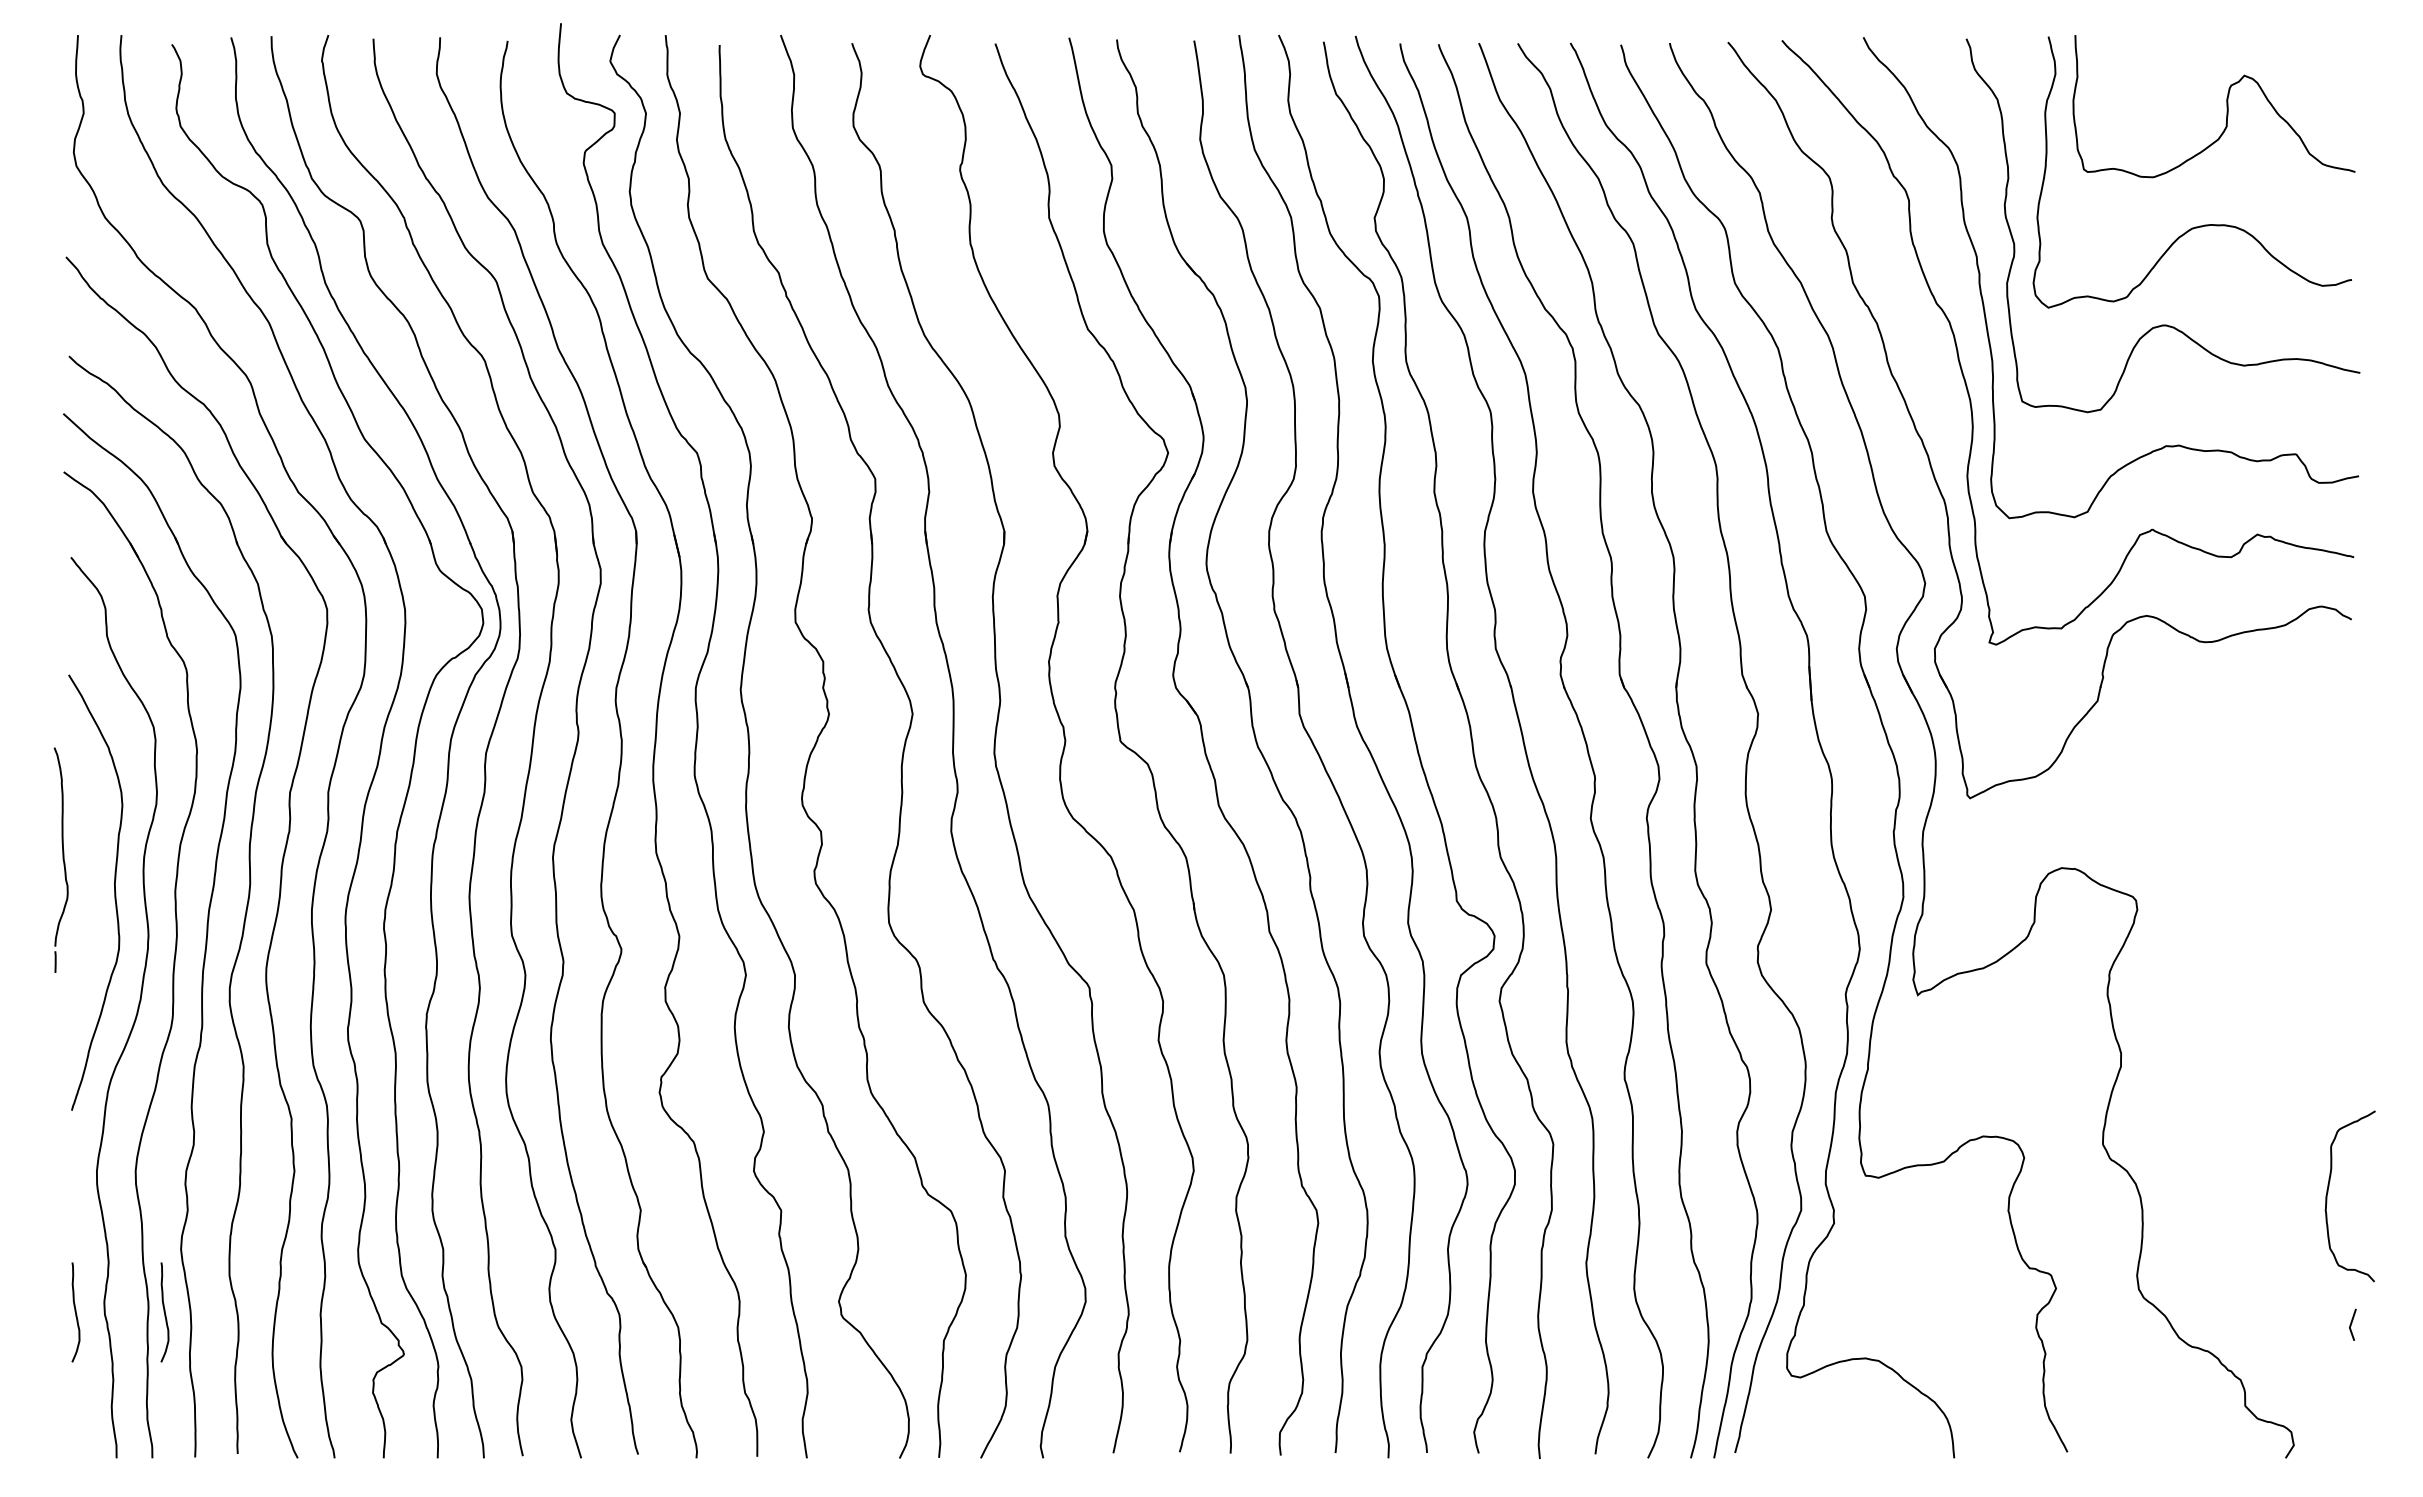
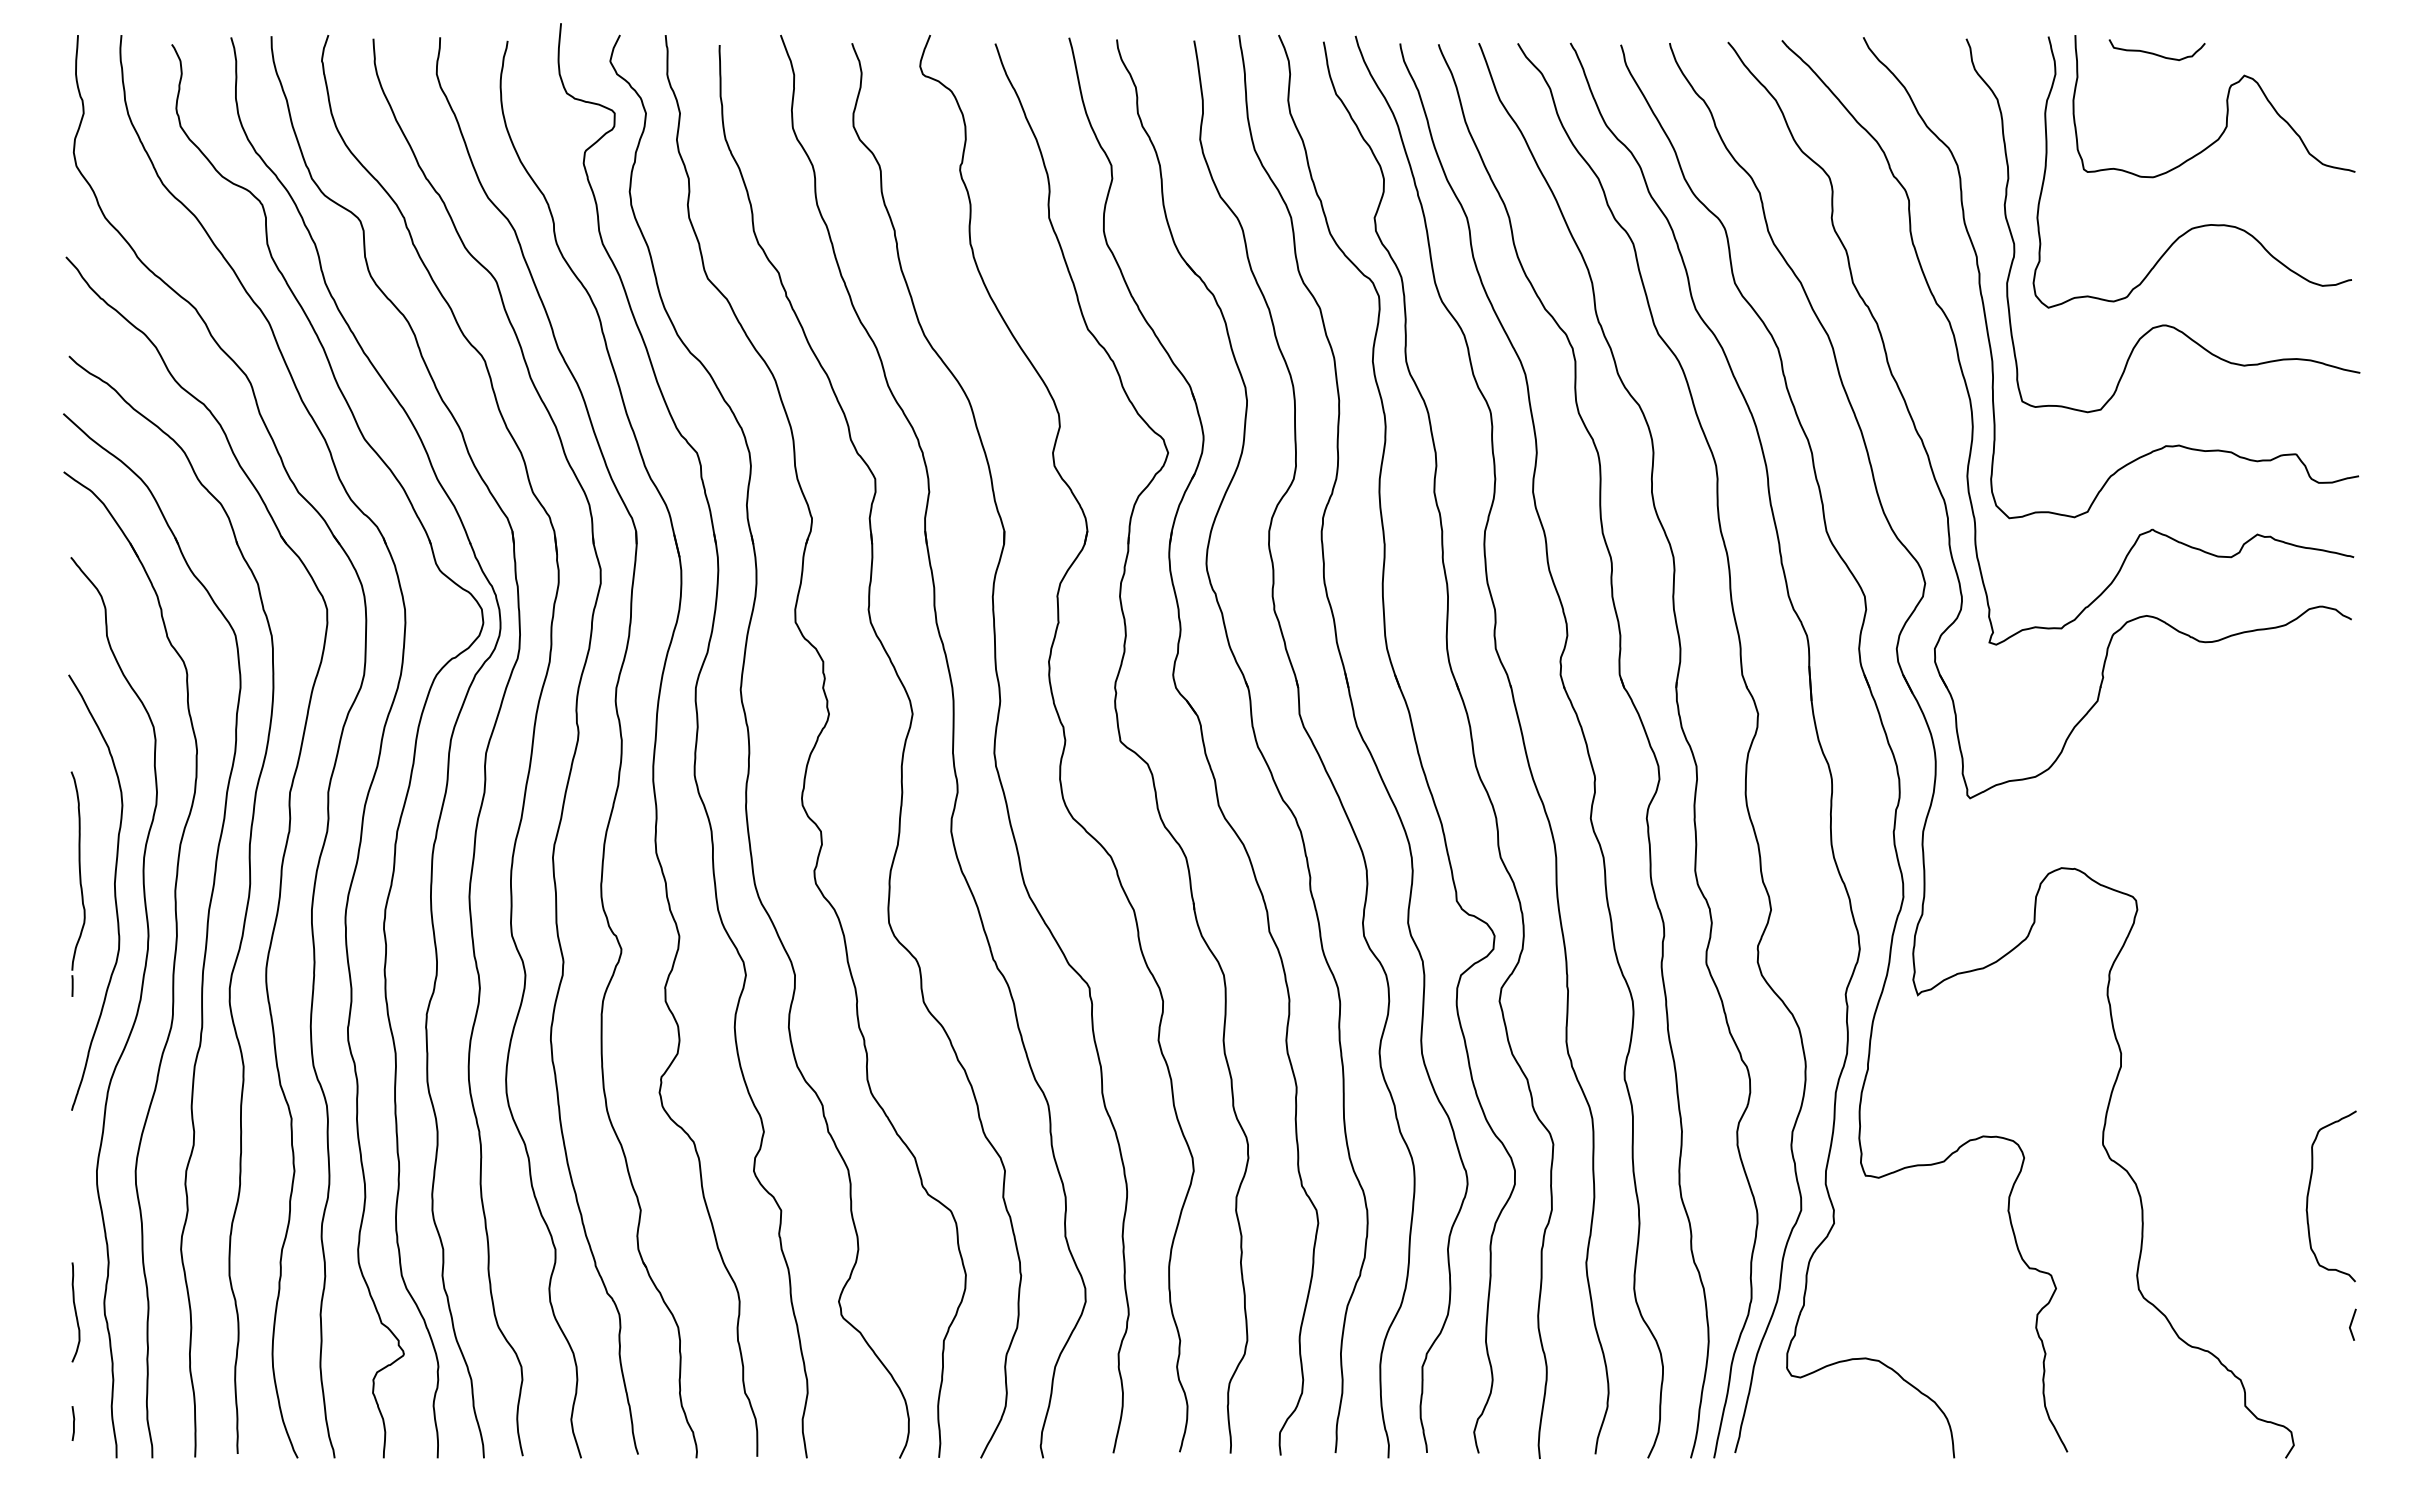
curve at (2156, 53): none -> present
part at (60, 859) position: (60, 859) -> (77, 883)
curve at (2328, 1192) position: (2328, 1192) -> (2309, 1192)
curve at (164, 1312): present -> none
line at (73, 1423): none -> present
